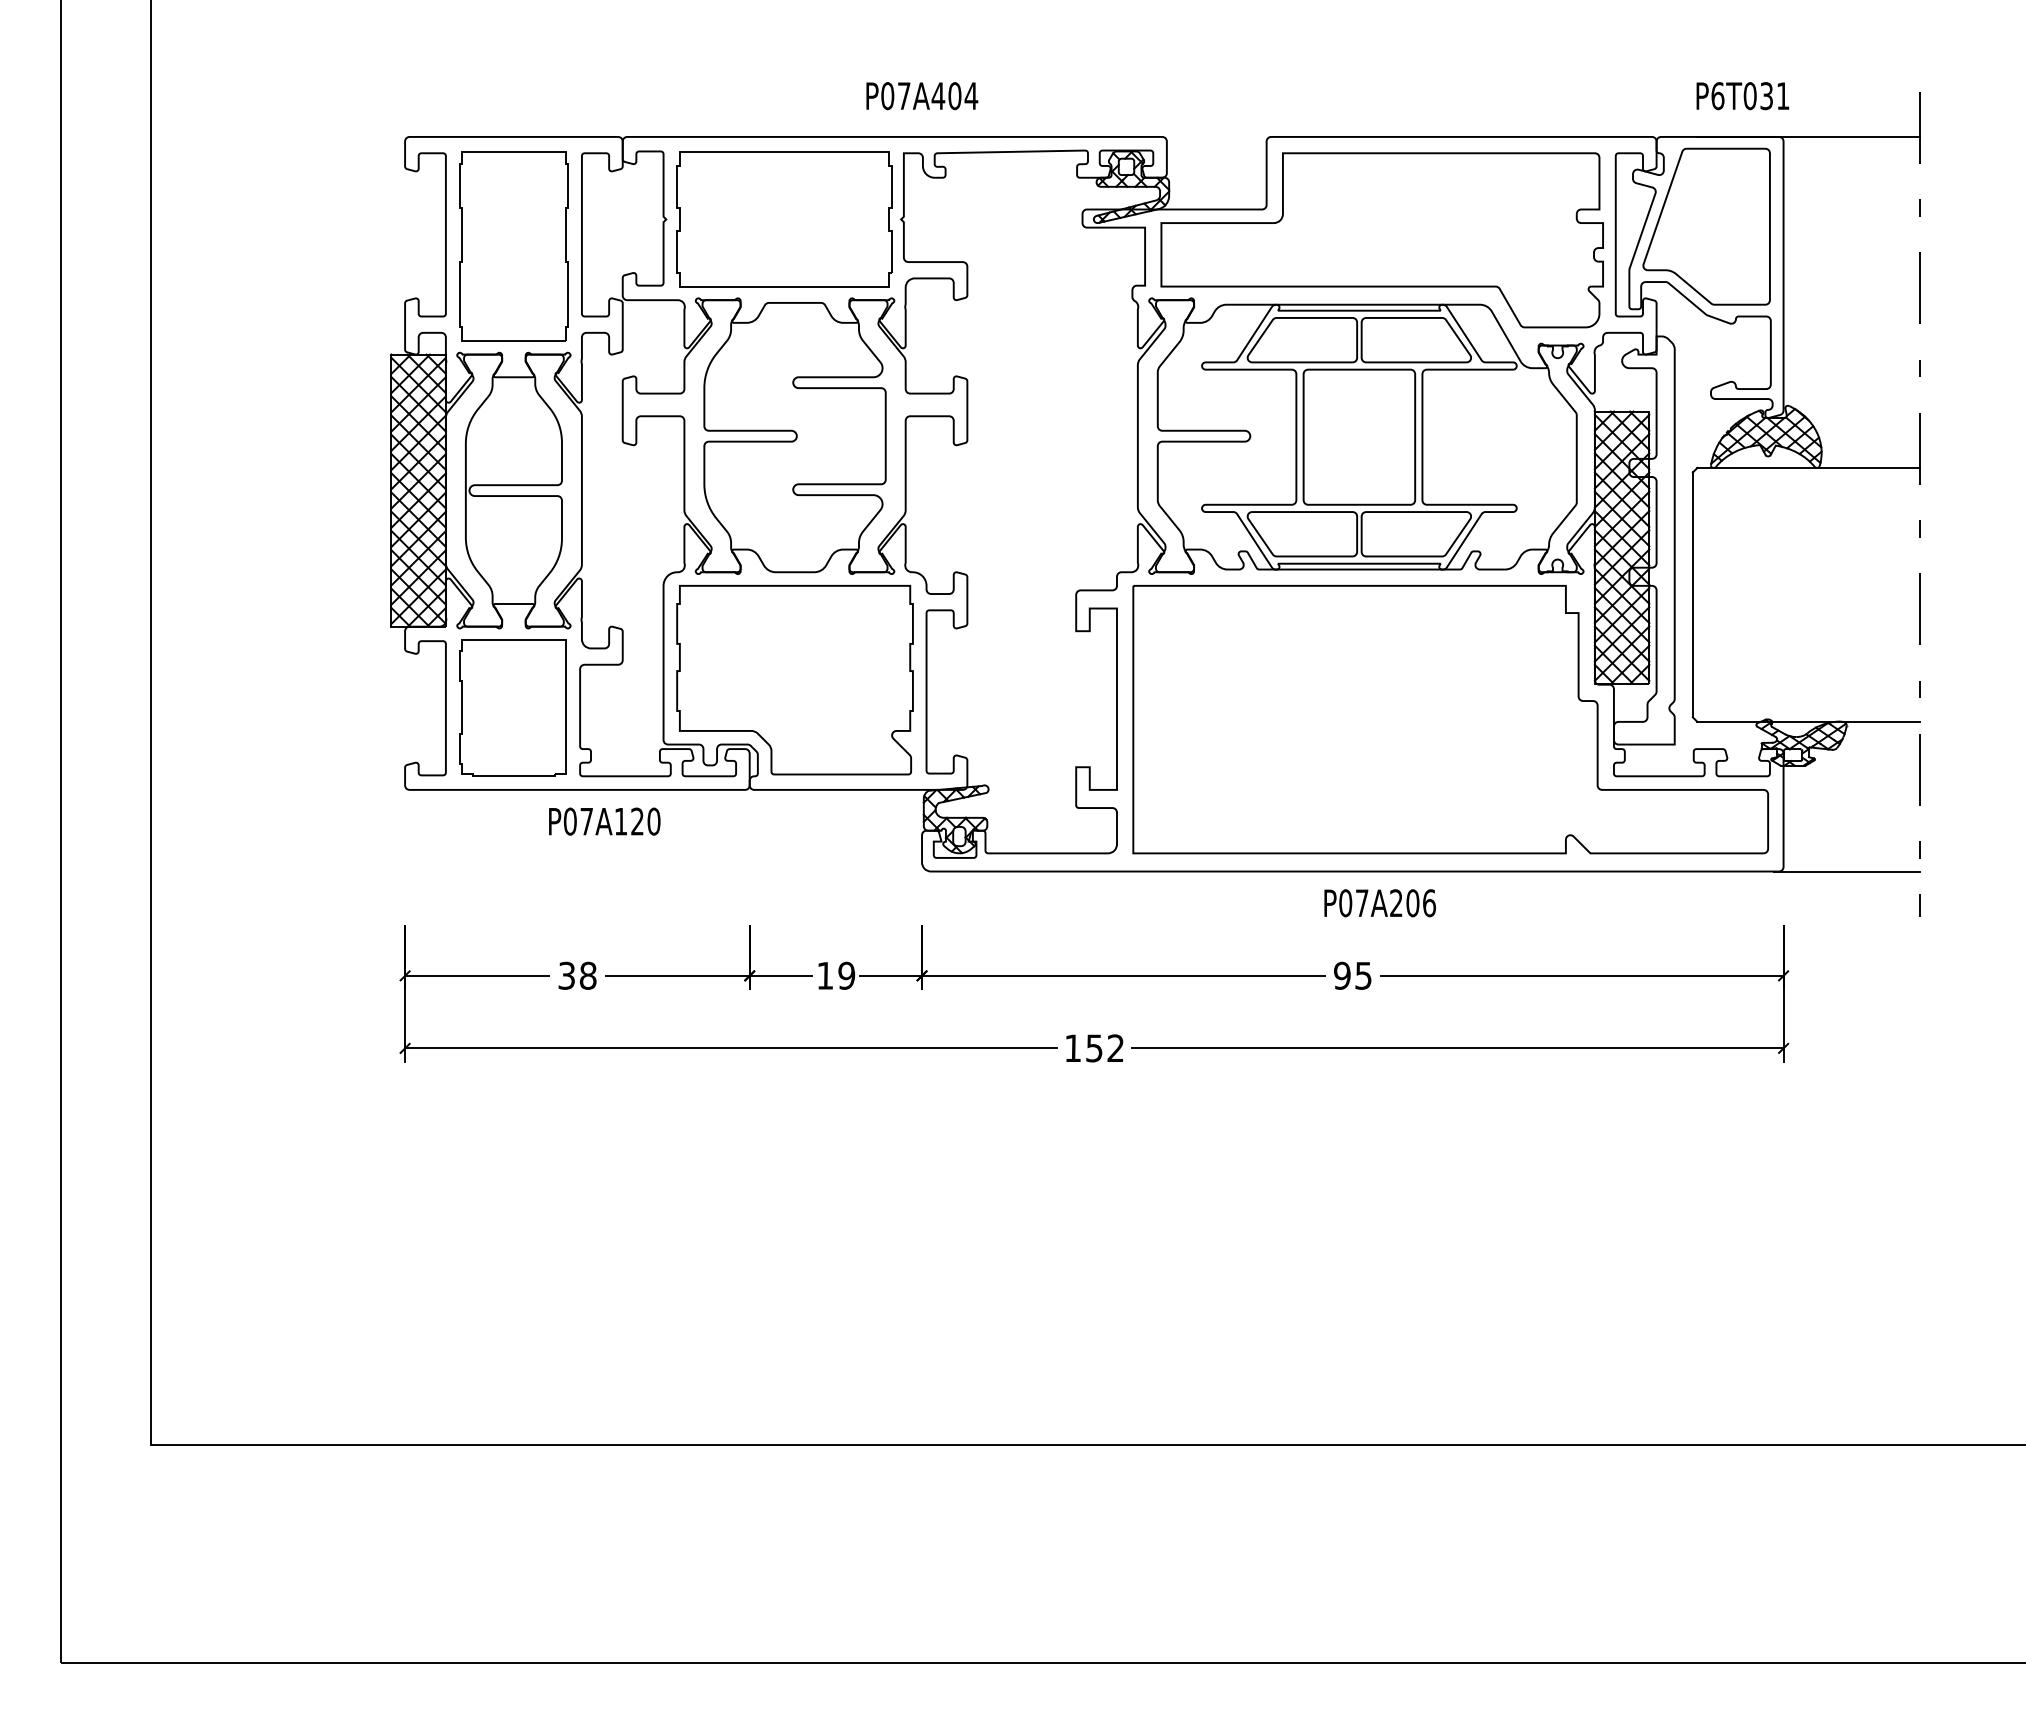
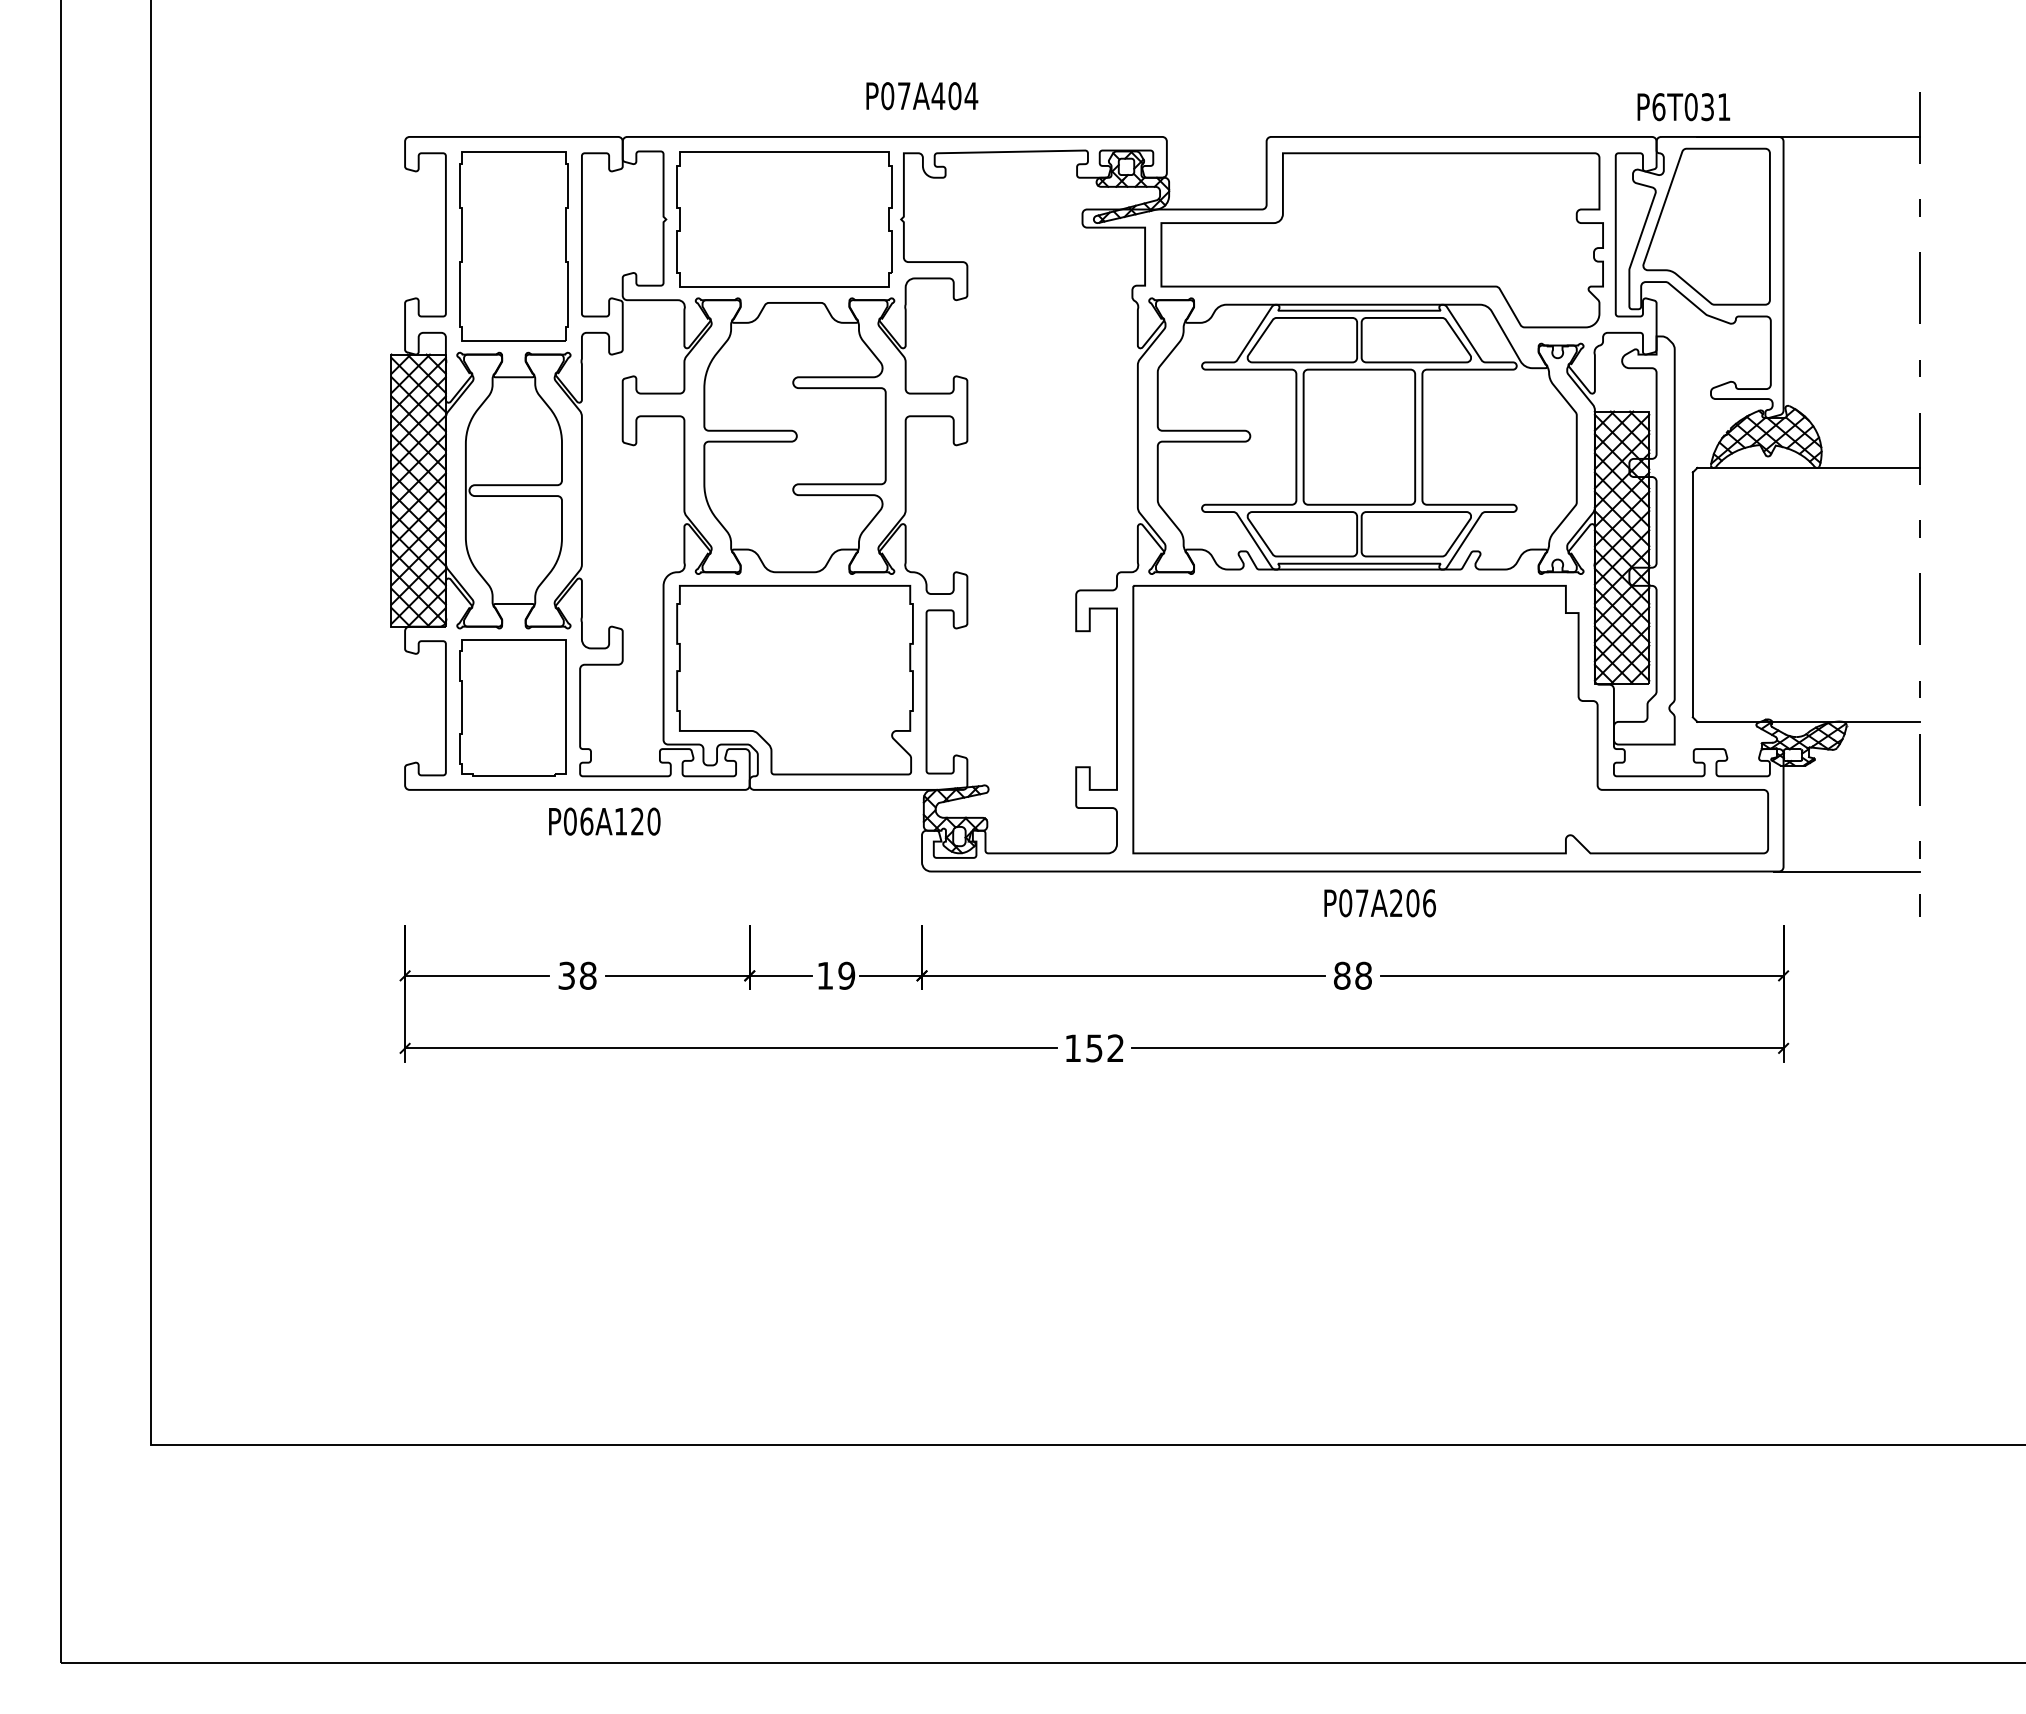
text at (1742, 96) position: (1742, 96) -> (1683, 107)
text at (586, 821): P07A120 -> P06A120
text at (1352, 975): 95 -> 88
